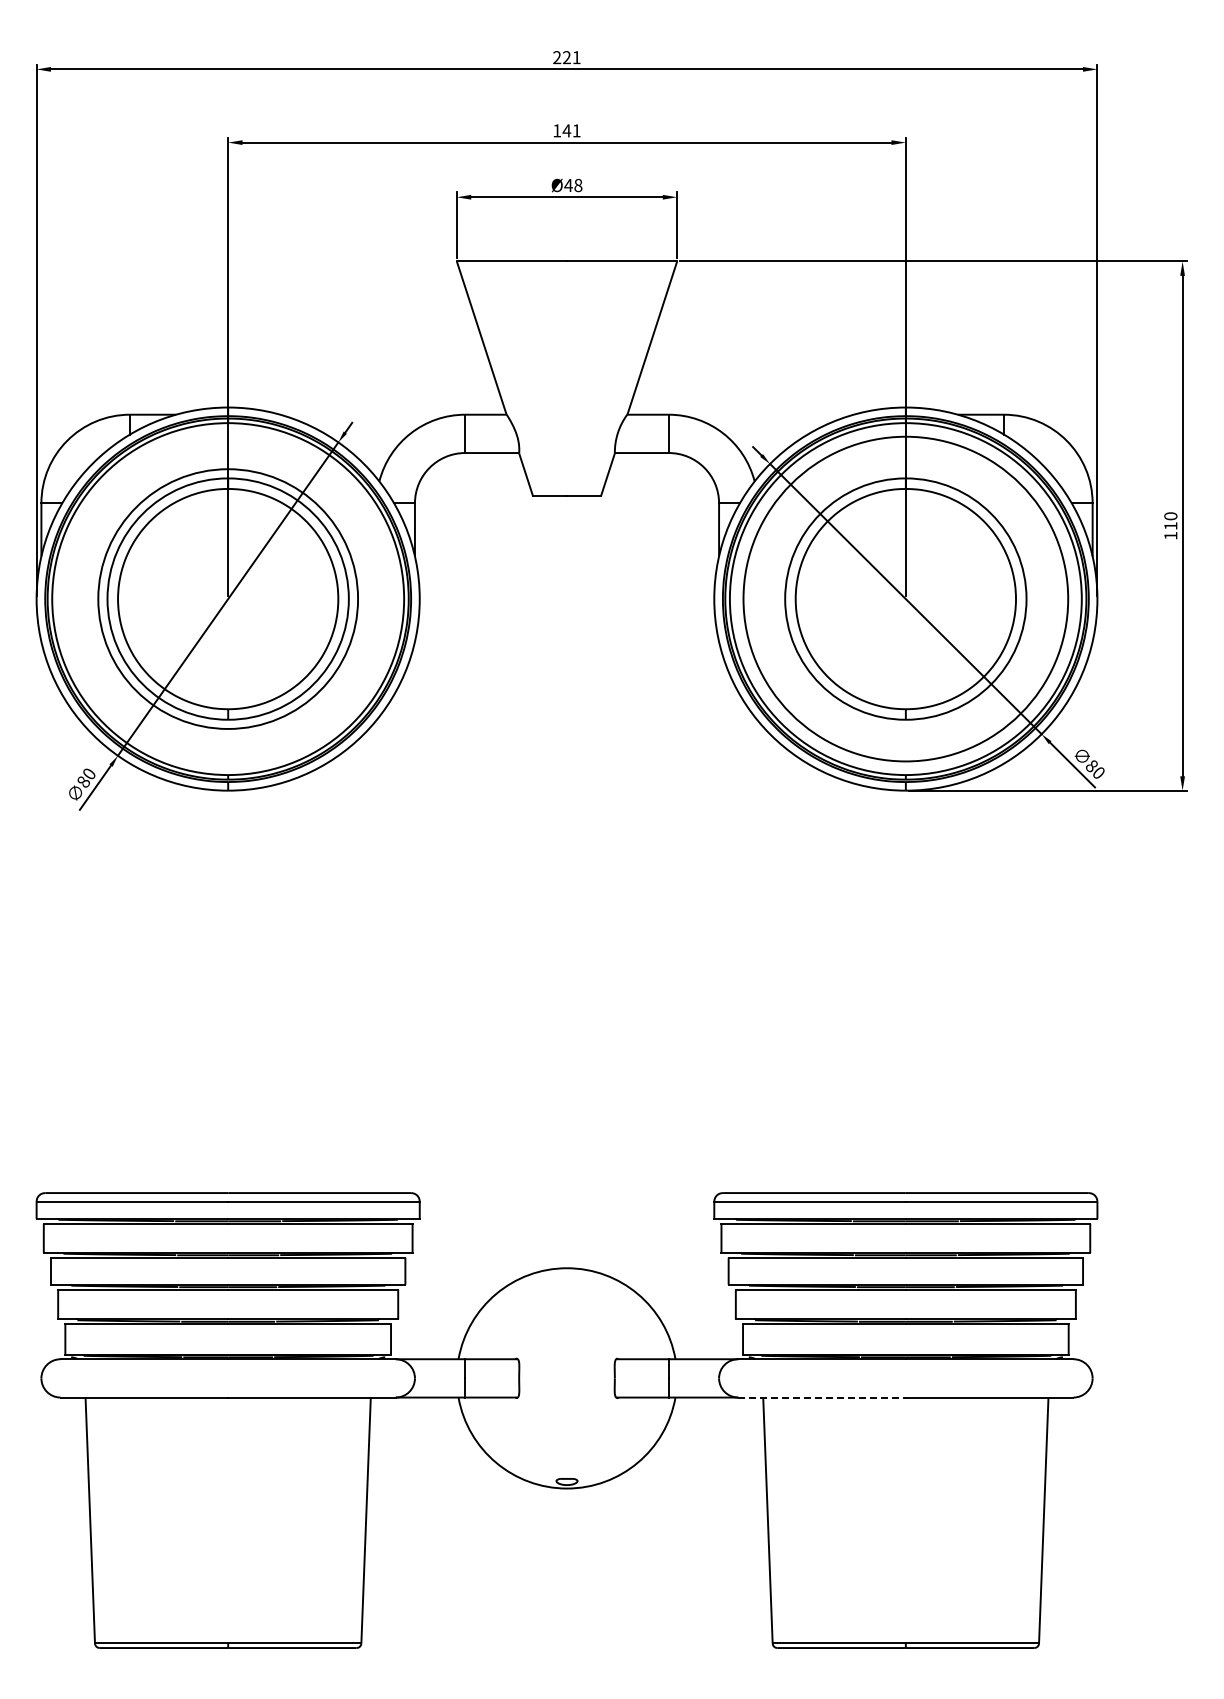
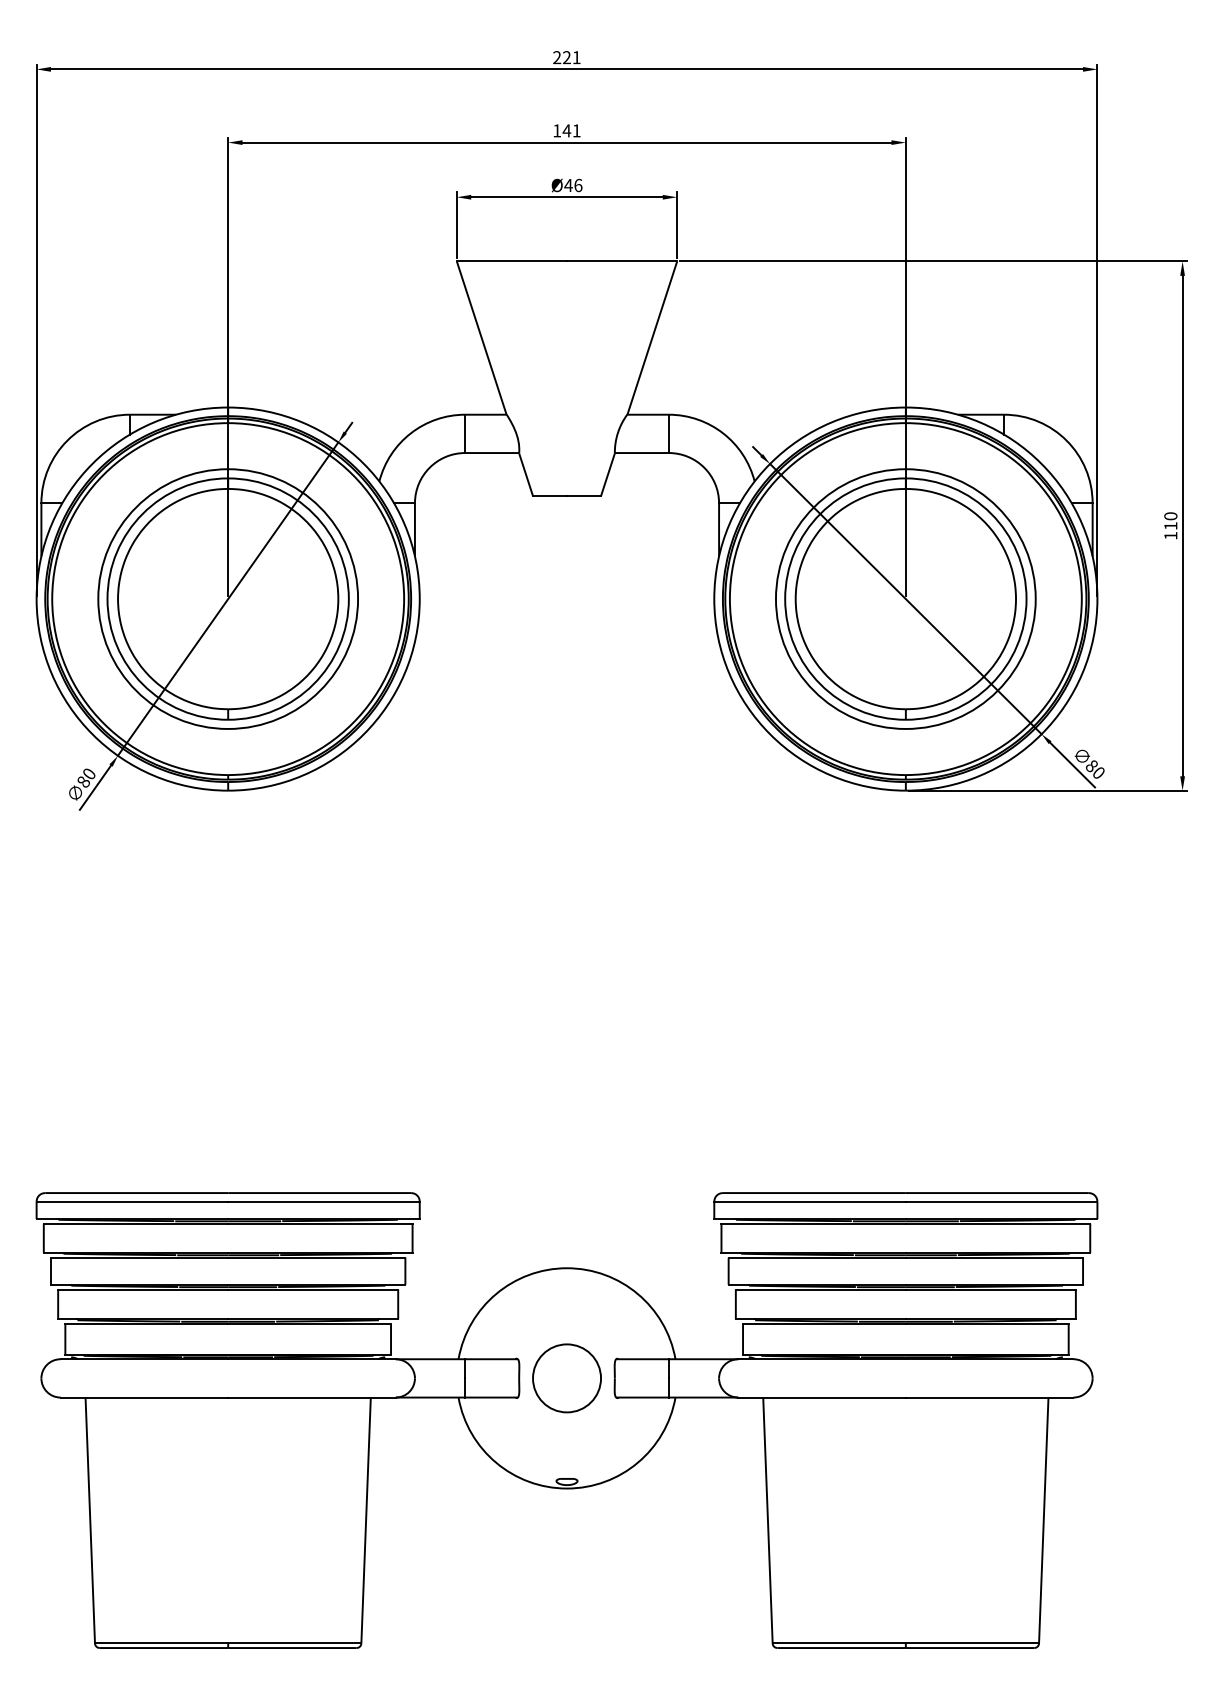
text at (578, 184): Ø48 -> Ø46
circle at (905, 598) diameter: 325 px -> 260 px
circle at (566, 1378): none -> present
line at (822, 1397): dashed -> solid
